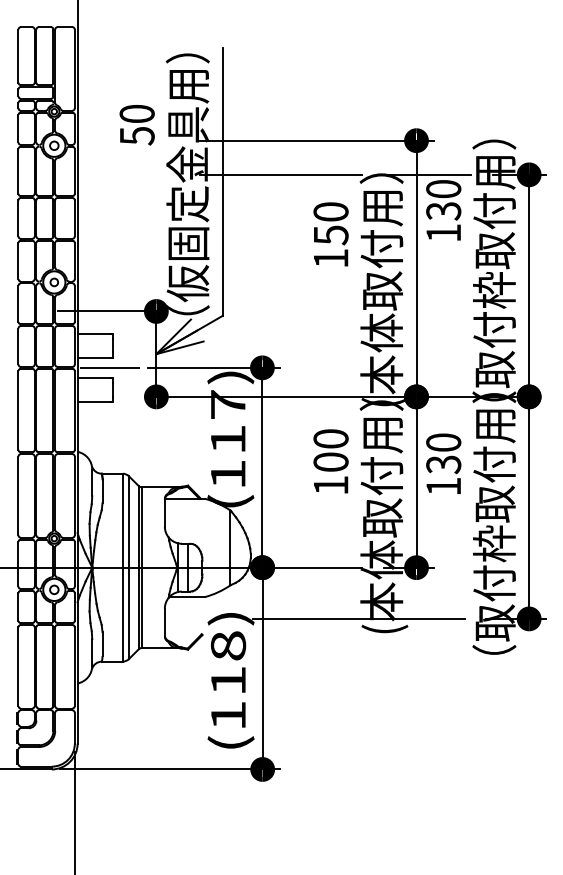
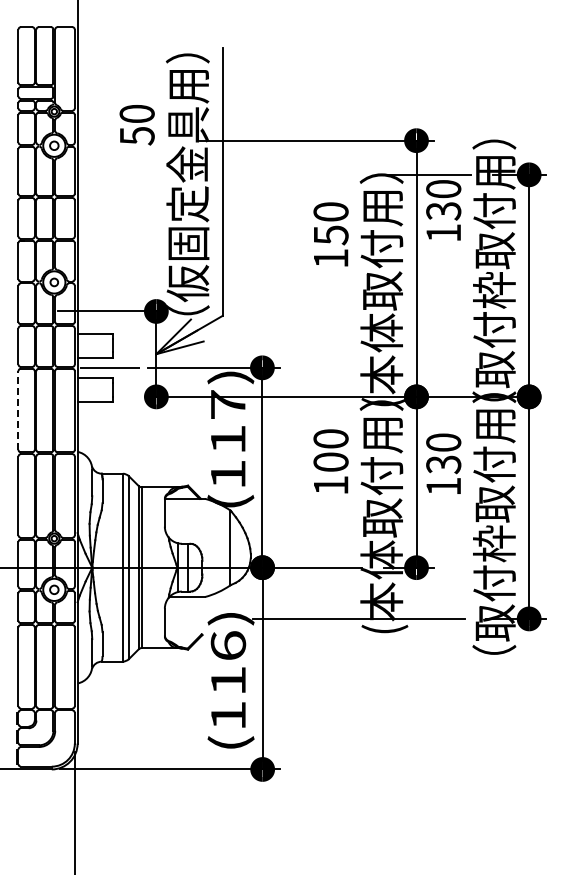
line at (280, 174): present -> none
line at (18, 410): solid -> dashed
text at (228, 645): (118) -> (116)
